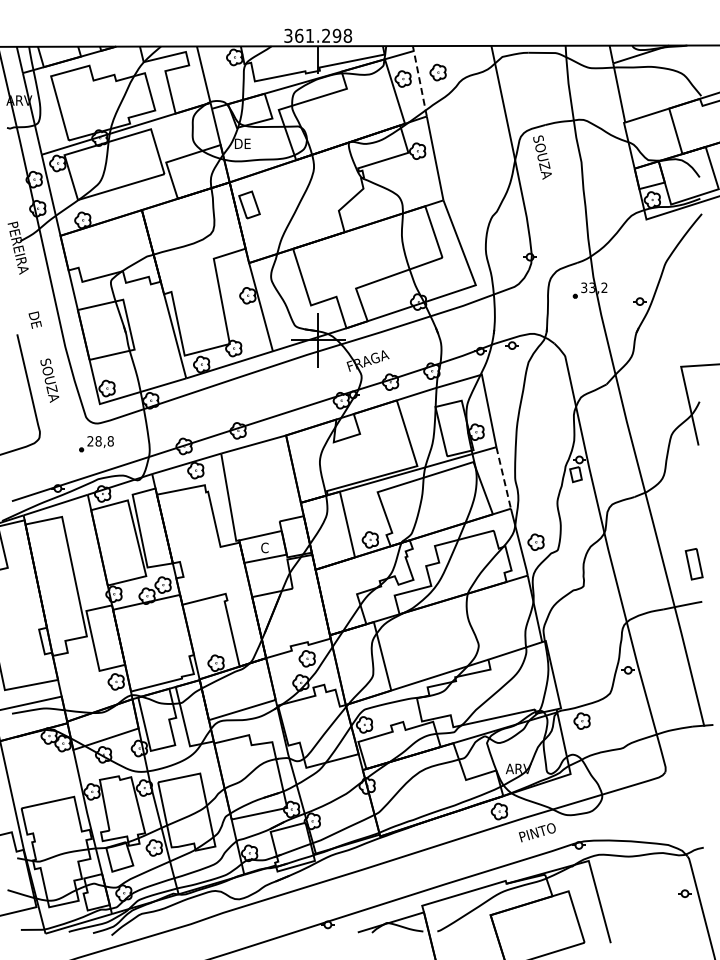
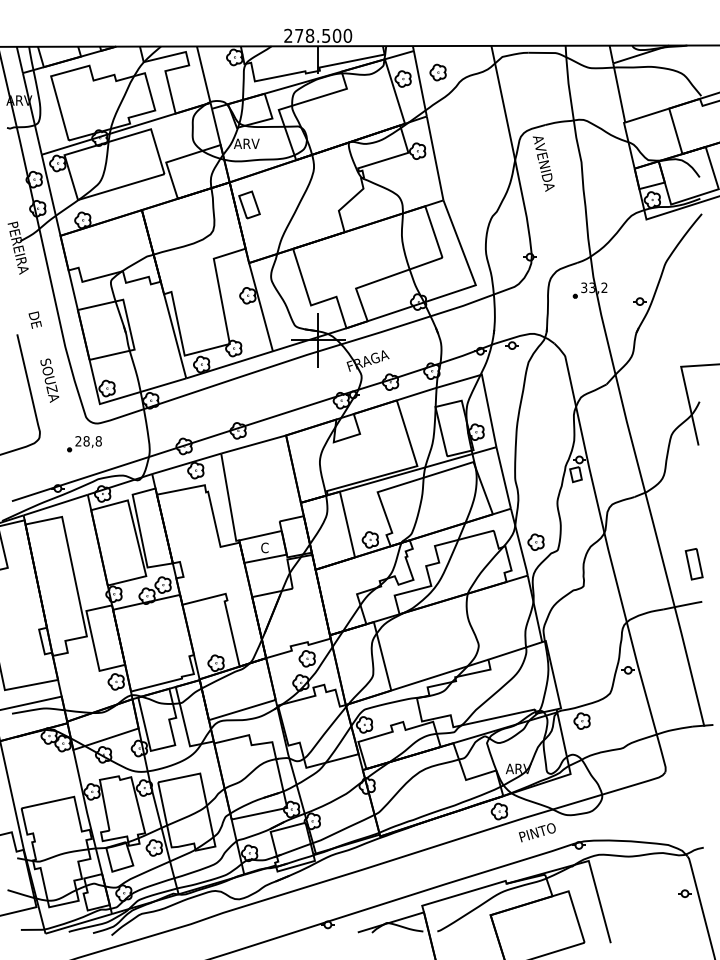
text at (318, 35): 361.298 -> 278.500
line at (420, 83): dashed -> solid
text at (246, 143): DE -> ARV
text at (543, 163): SOUZA -> AVENIDA
part at (96, 444) position: (96, 444) -> (84, 444)
line at (503, 477): dashed -> solid
